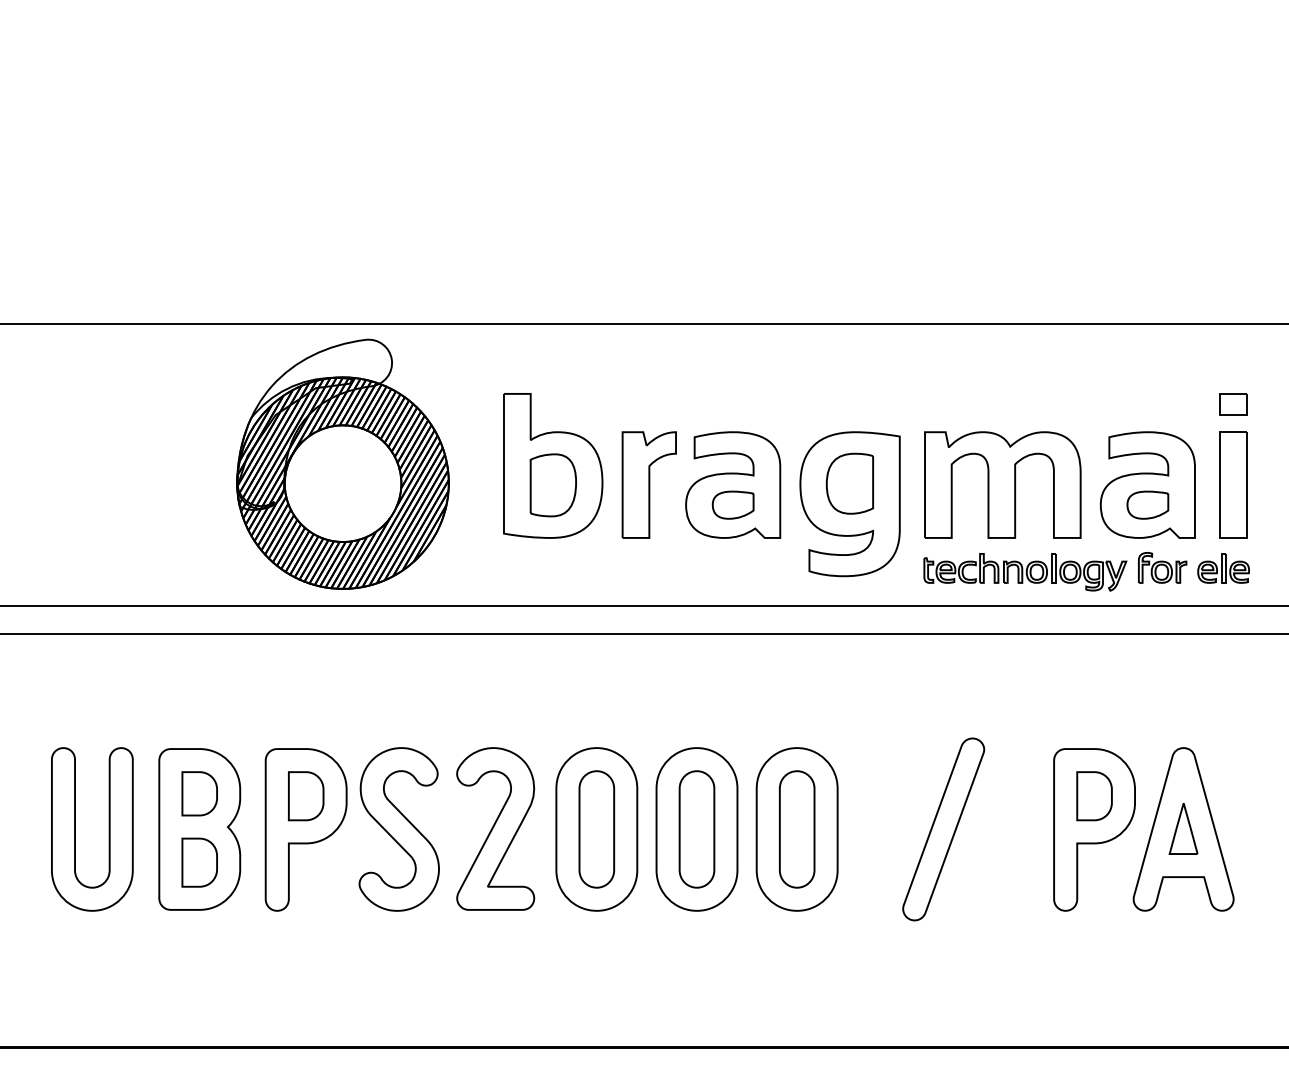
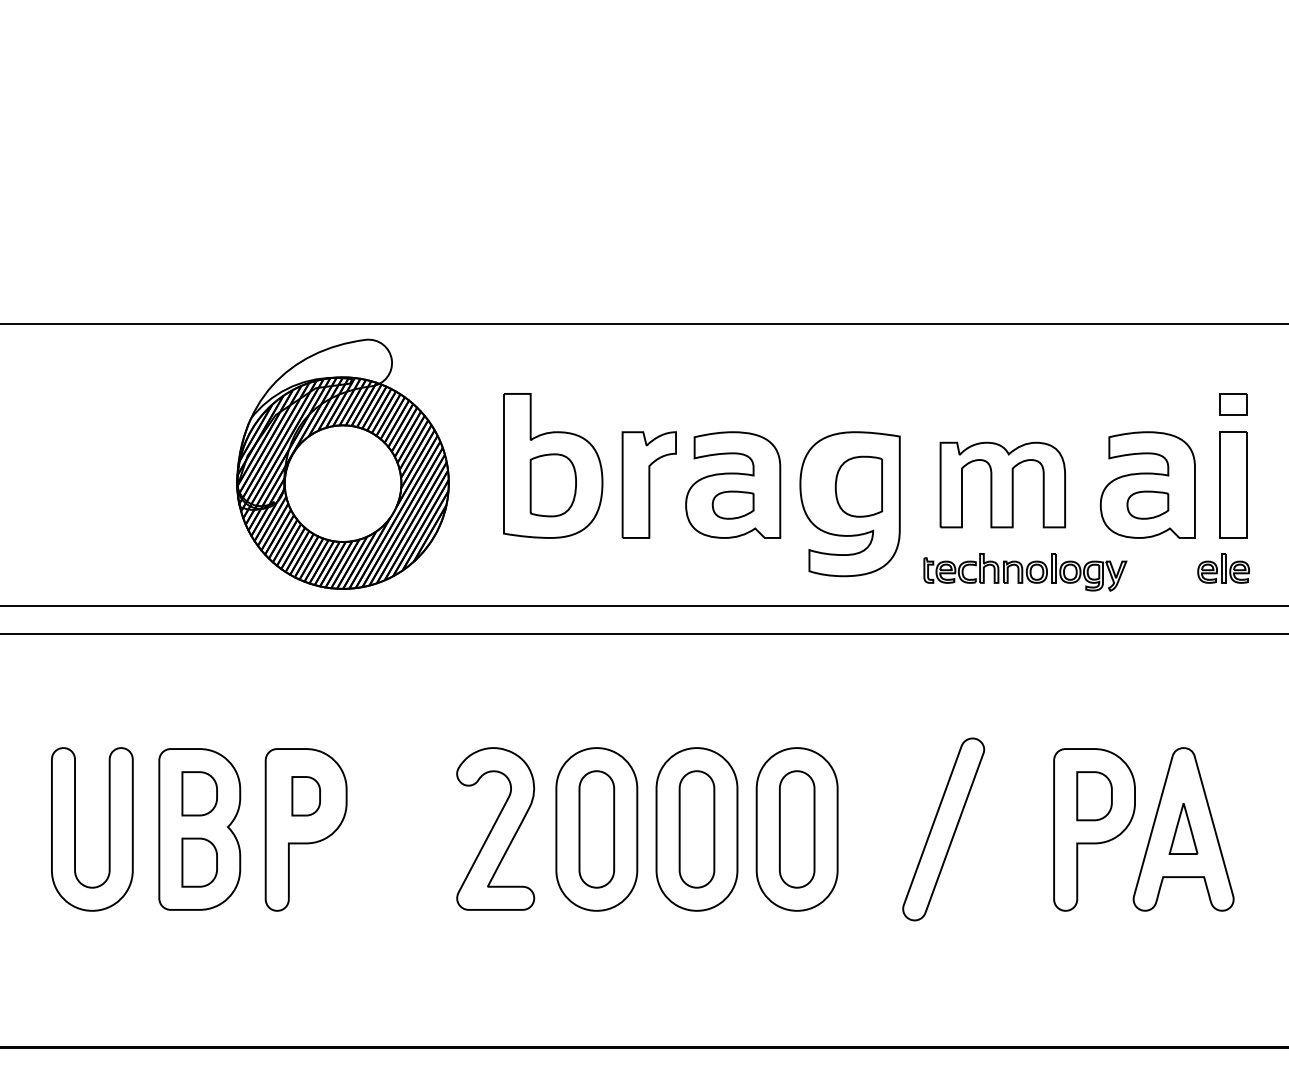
part at (849, 483) position: (849, 483) -> (858, 486)
part at (1002, 484) size: 158x108 px -> 127x88 px
part at (1162, 567): present -> none
part at (306, 796) size: 37x51 px -> 30x41 px
part at (398, 829): present -> none
